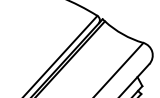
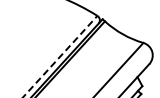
line at (60, 56): solid -> dashed
